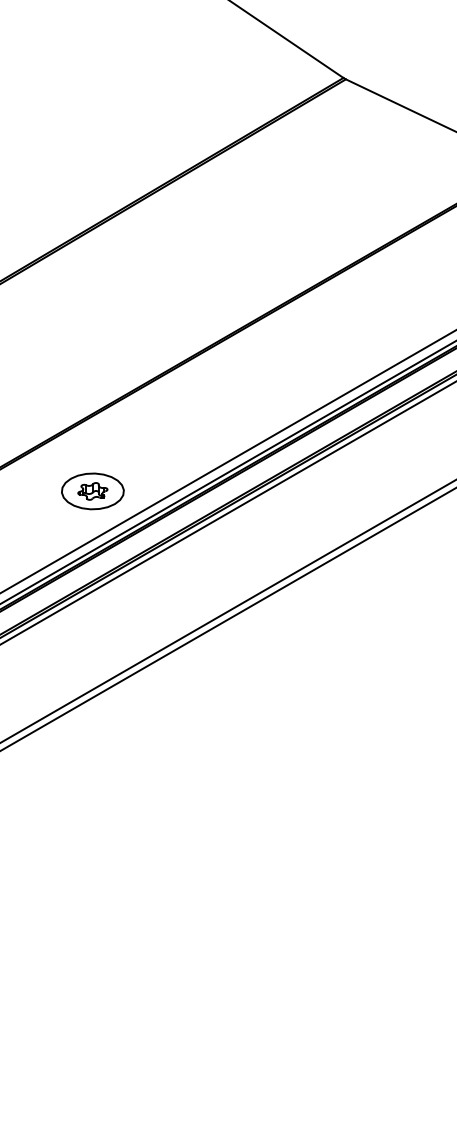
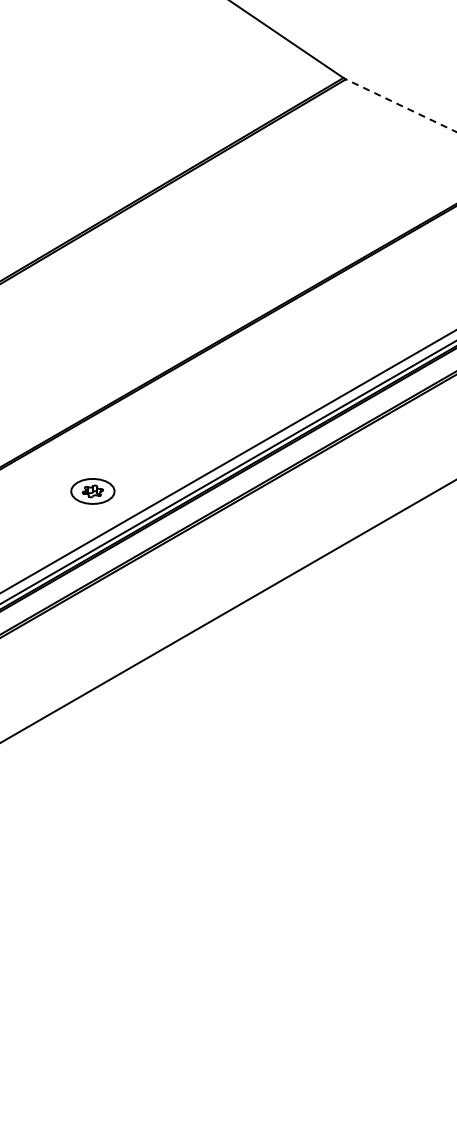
line at (400, 105): solid -> dashed
part at (92, 491) size: 64x39 px -> 46x27 px
line at (227, 512): present -> none
line at (227, 619): present -> none
